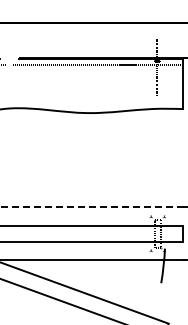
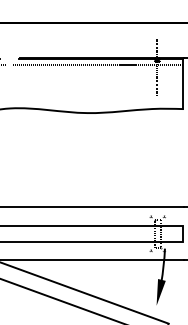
line at (91, 207): dashed -> solid
fill at (160, 291): none -> present
